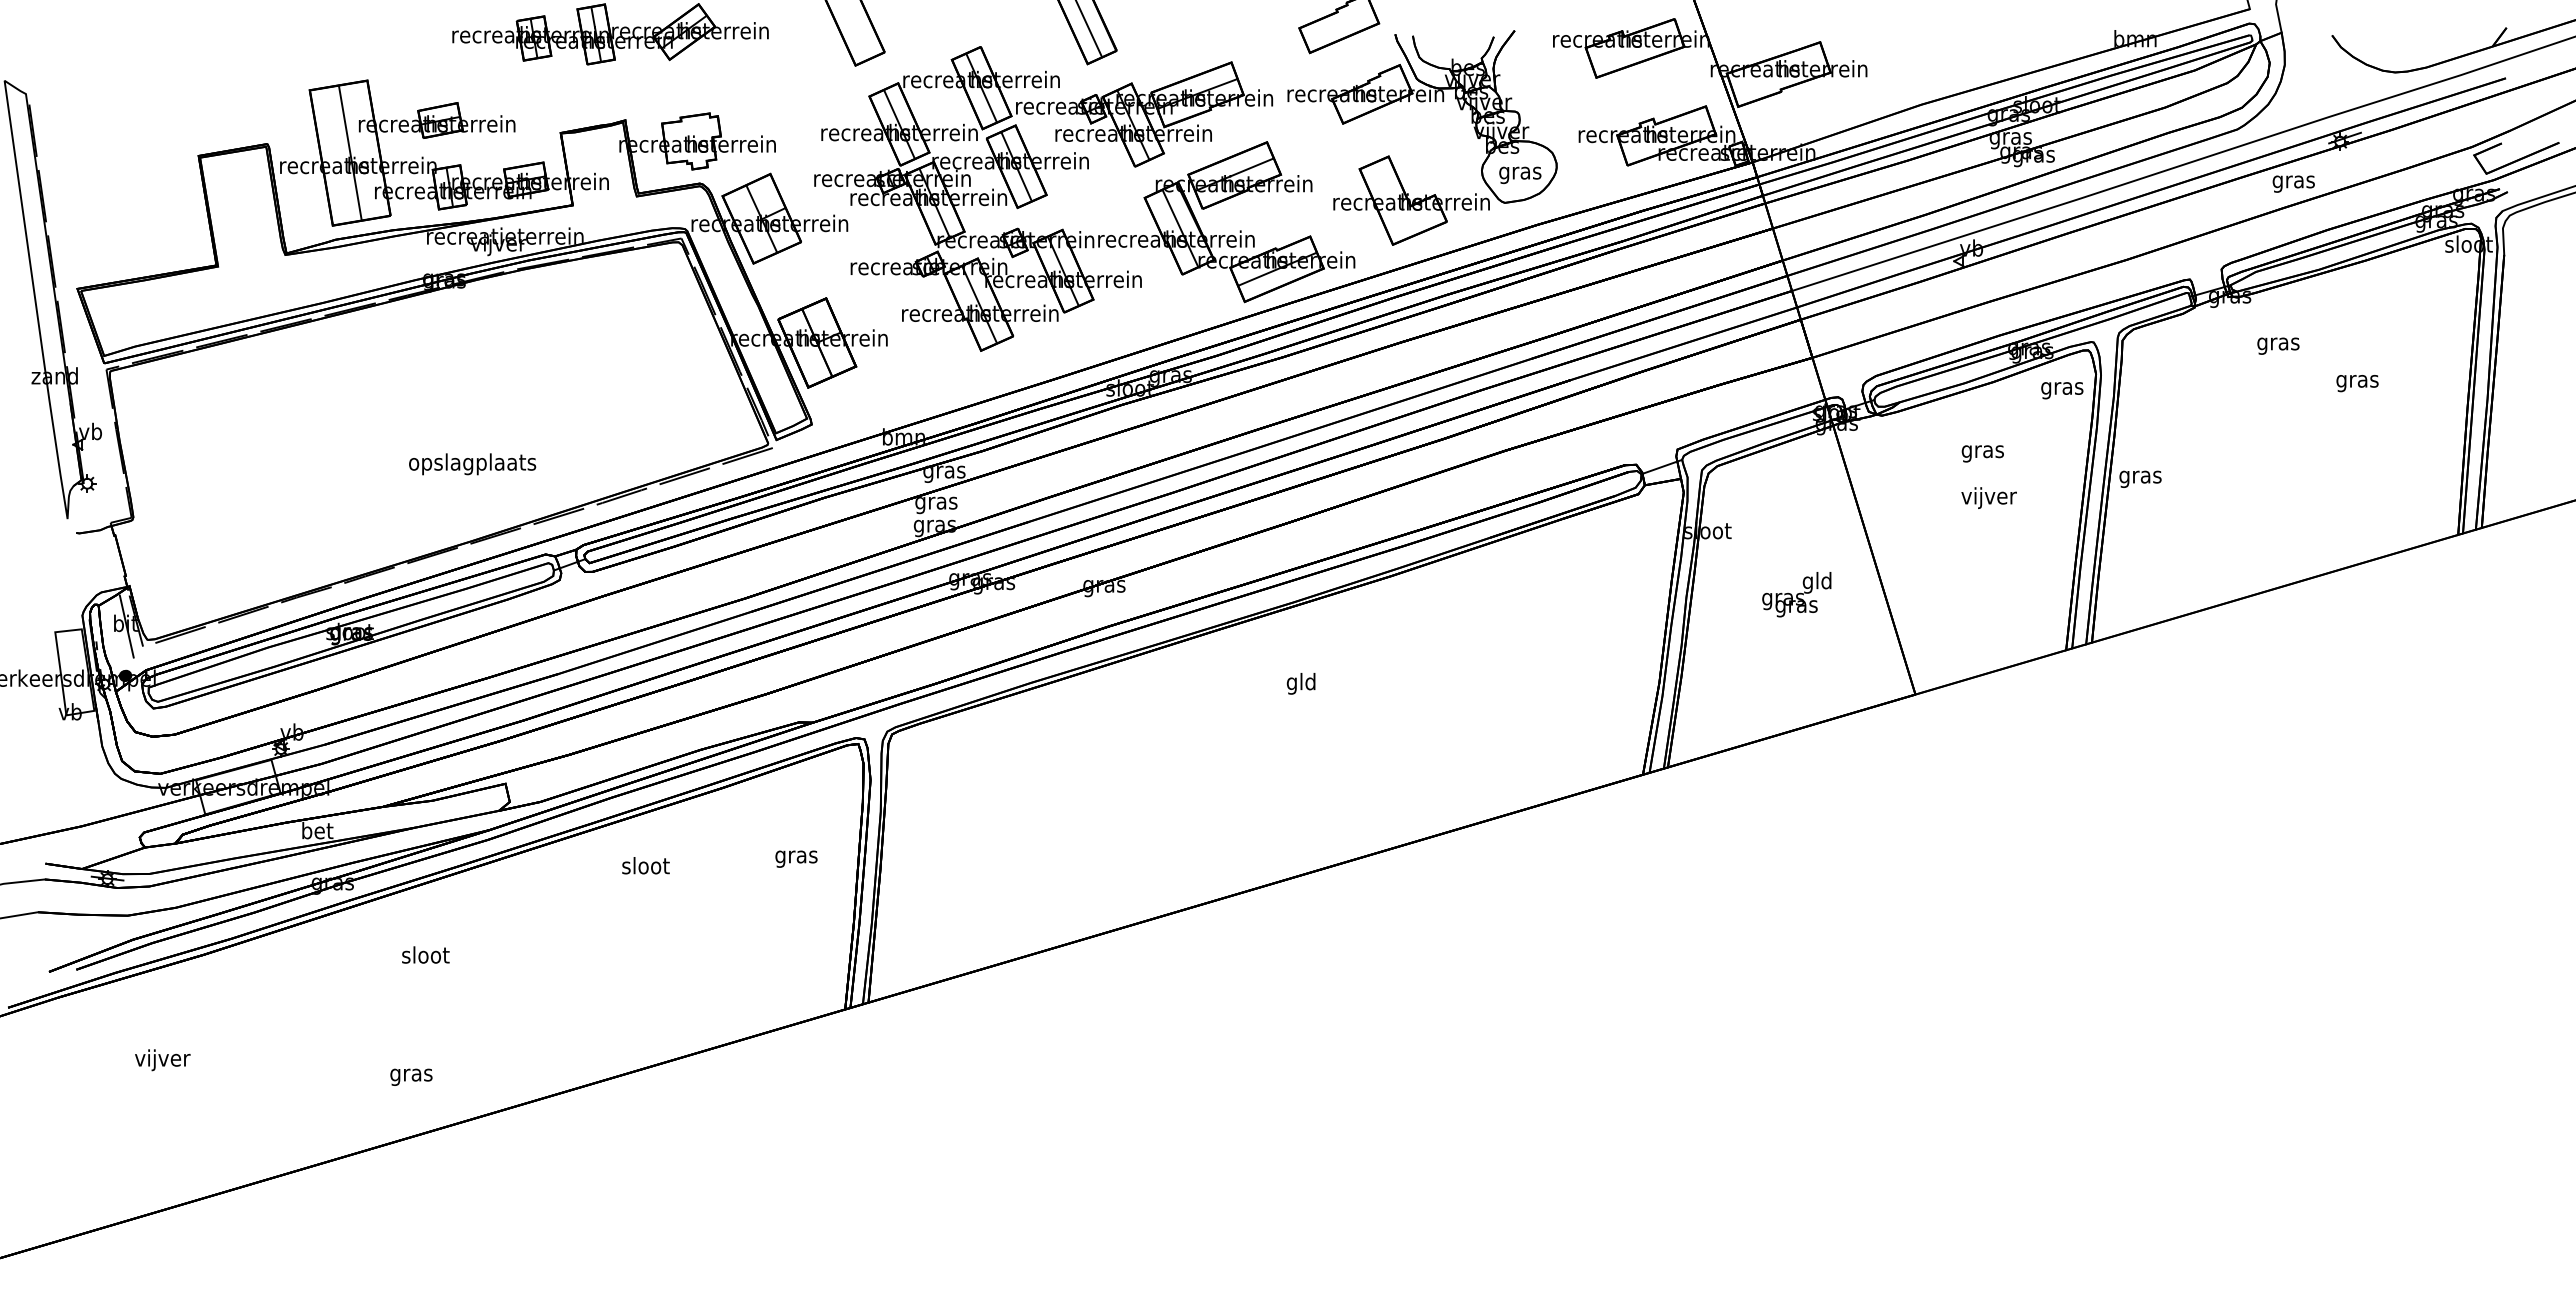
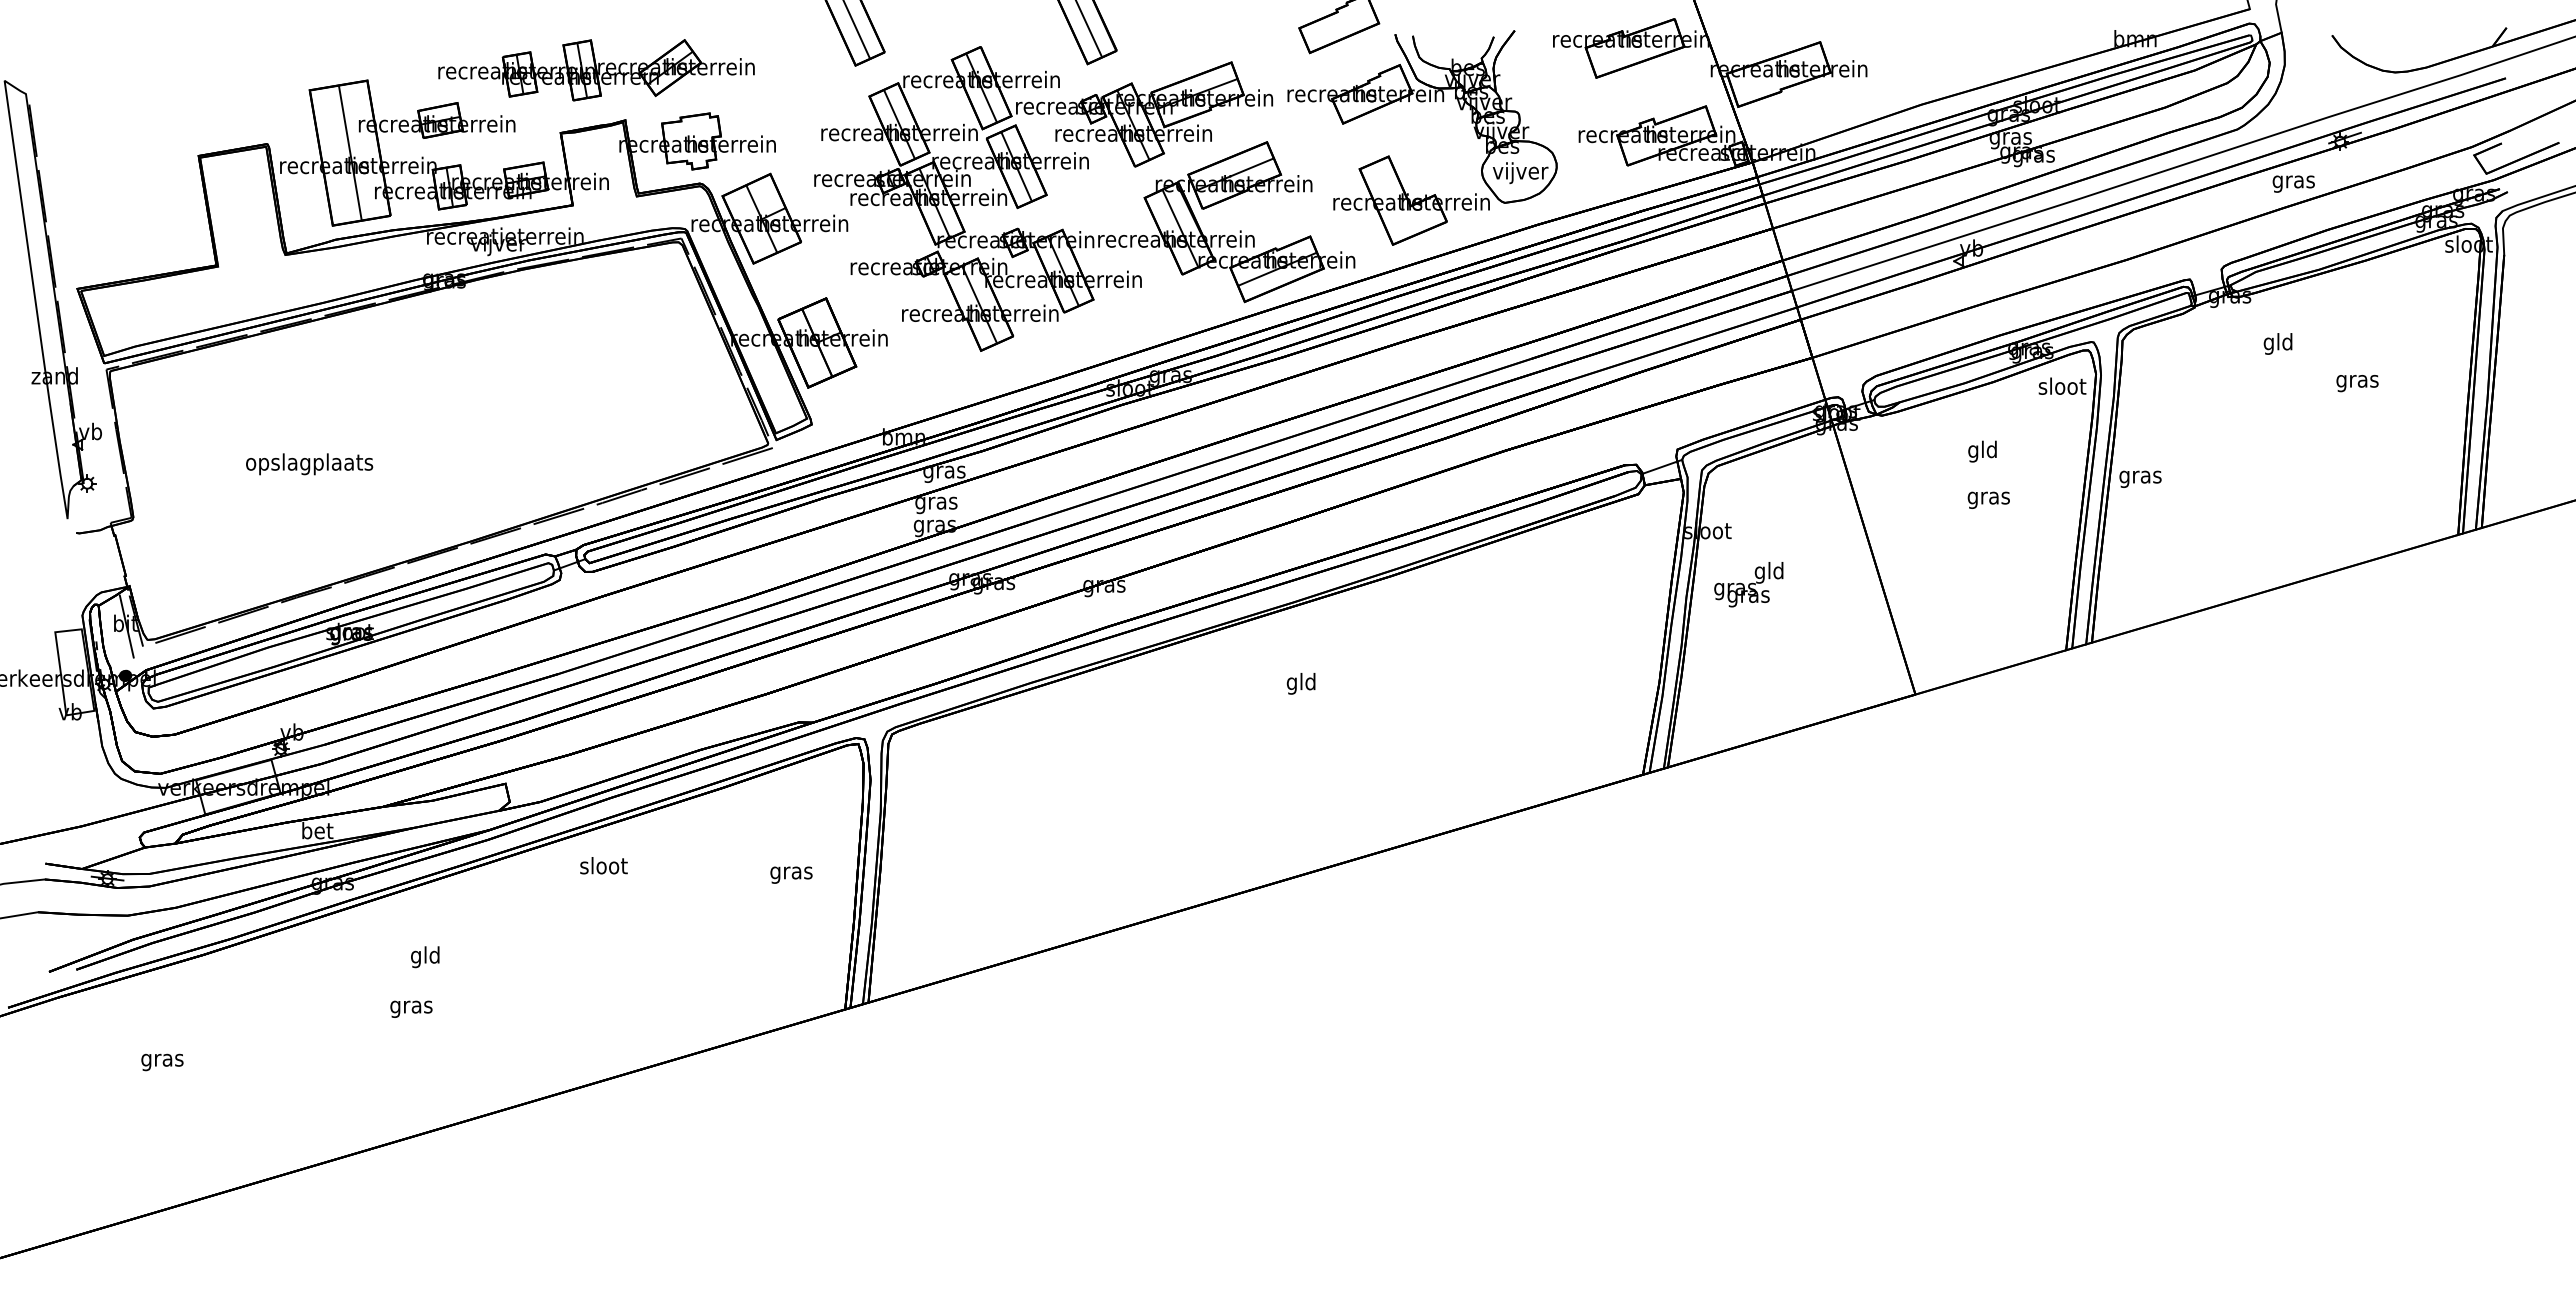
line at (857, 30): none -> present
part at (610, 34) position: (610, 34) -> (596, 70)
text at (1520, 173): gras -> vijver
text at (2278, 343): gras -> gld
text at (2062, 388): gras -> sloot
text at (1982, 451): gras -> gld
text at (472, 464) position: (472, 464) -> (309, 464)
text at (1988, 498): vijver -> gras
text at (1796, 594) position: (1796, 594) -> (1748, 584)
text at (796, 858) position: (796, 858) -> (791, 874)
text at (645, 865) position: (645, 865) -> (603, 865)
text at (425, 957): sloot -> gld
text at (162, 1060): vijver -> gras
text at (411, 1076) position: (411, 1076) -> (411, 1008)
